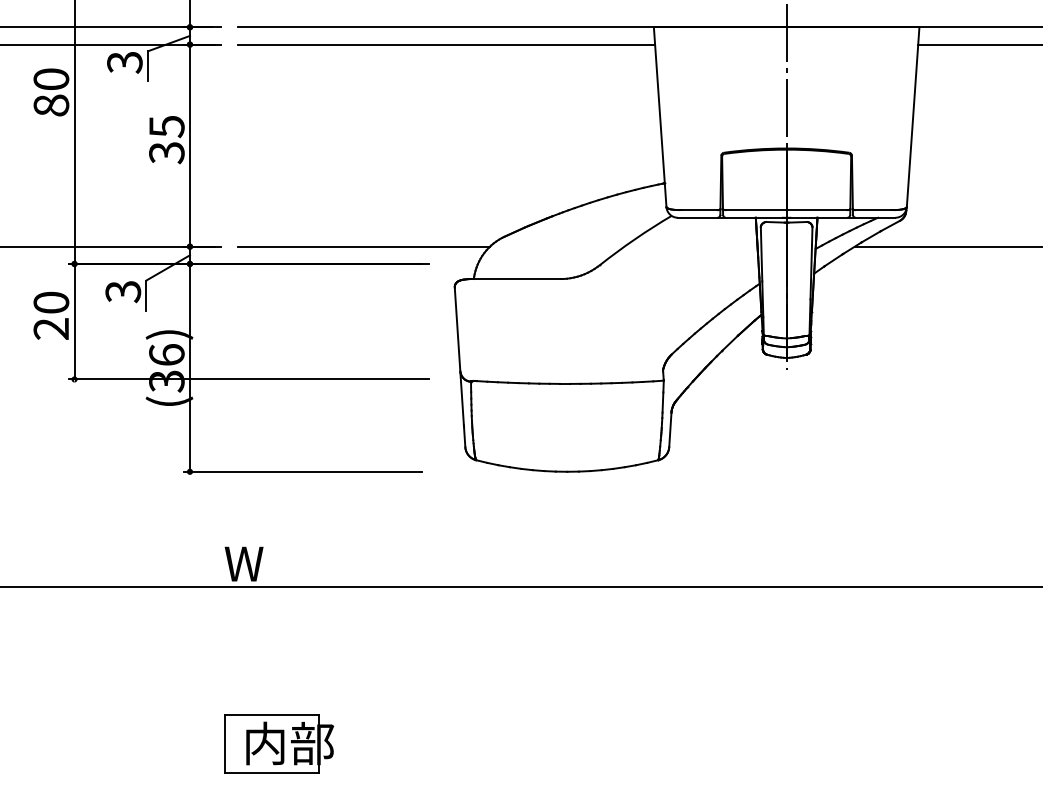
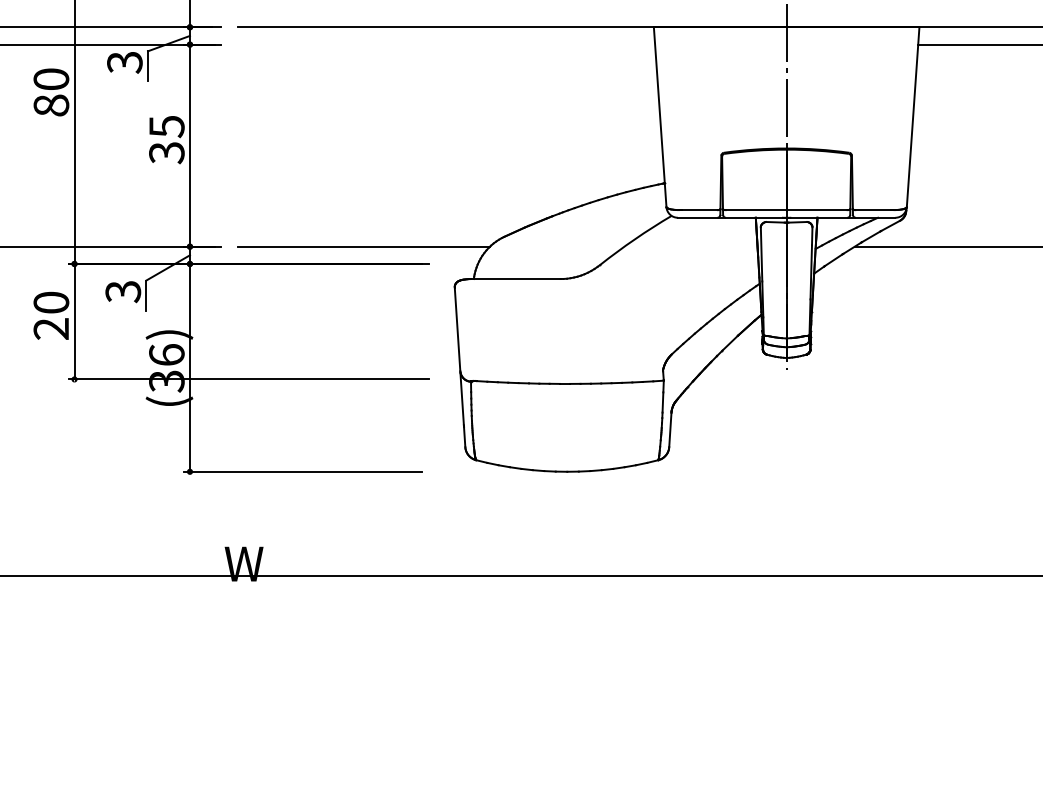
line at (446, 44): present -> none
line at (520, 587) position: (520, 587) -> (520, 576)
part at (279, 743): present -> none
